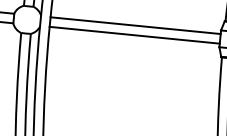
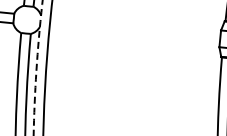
line at (135, 25): present -> none
line at (134, 34): present -> none
arc at (36, 67): solid -> dashed
